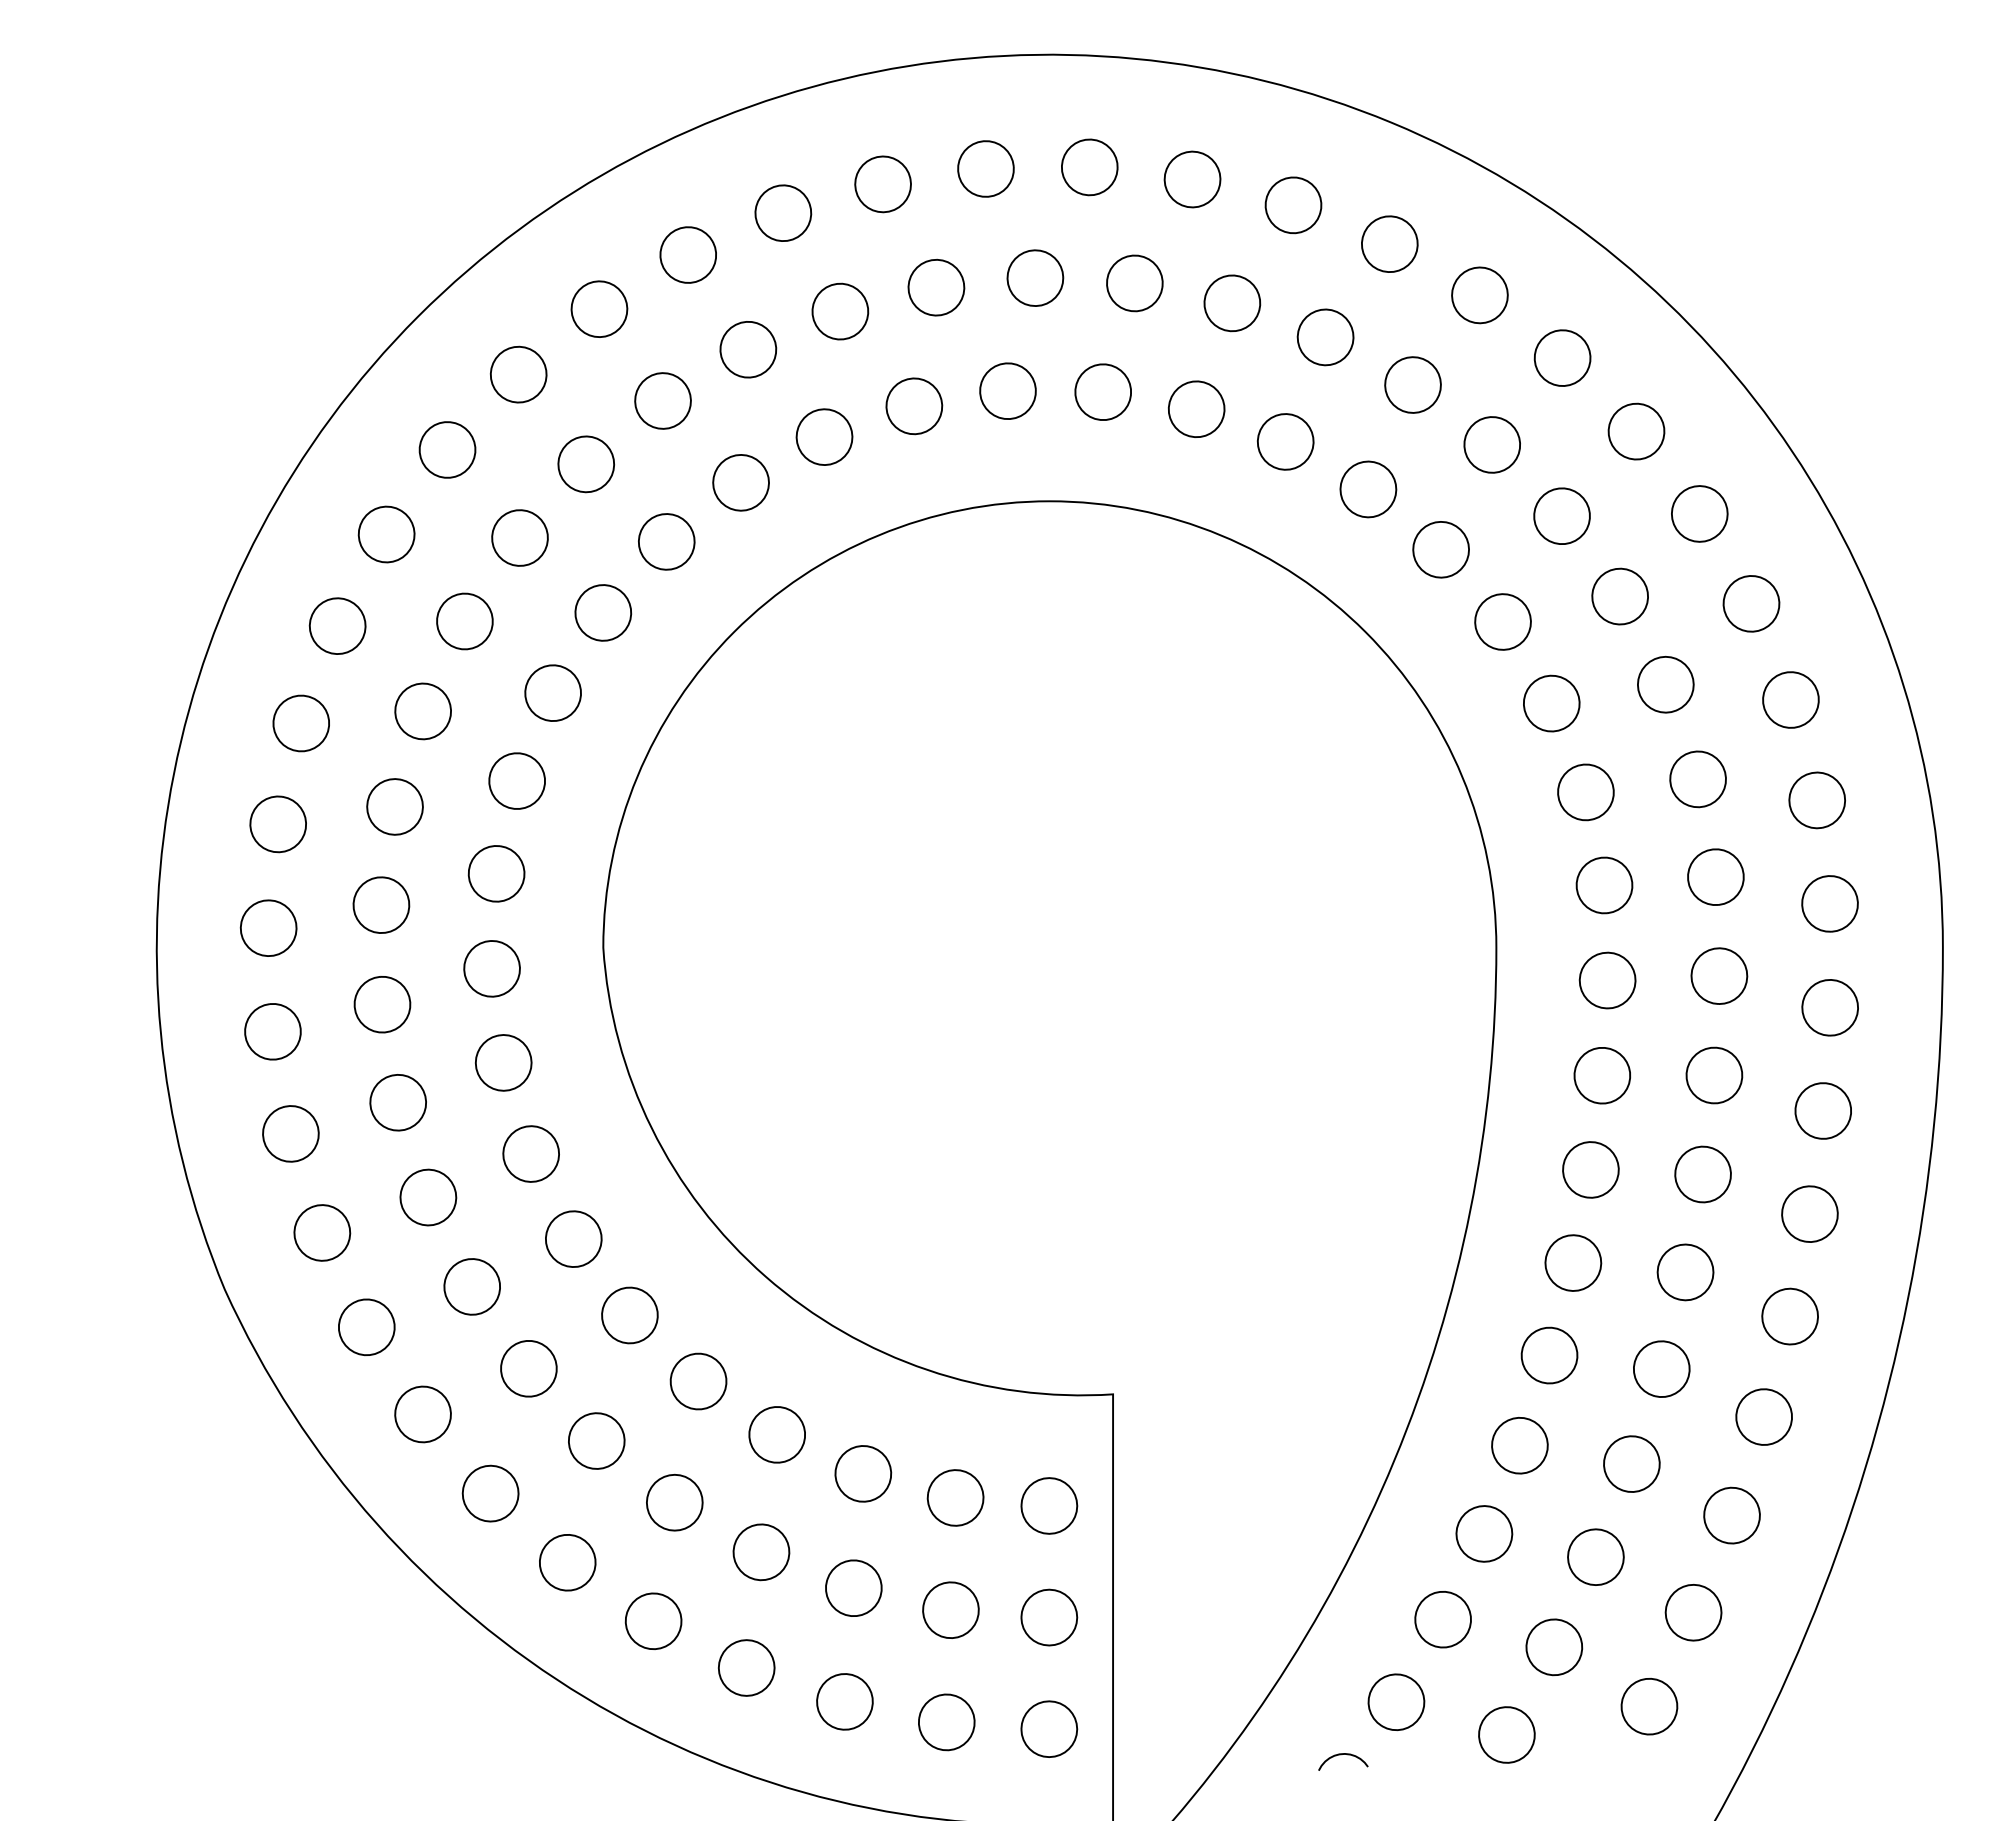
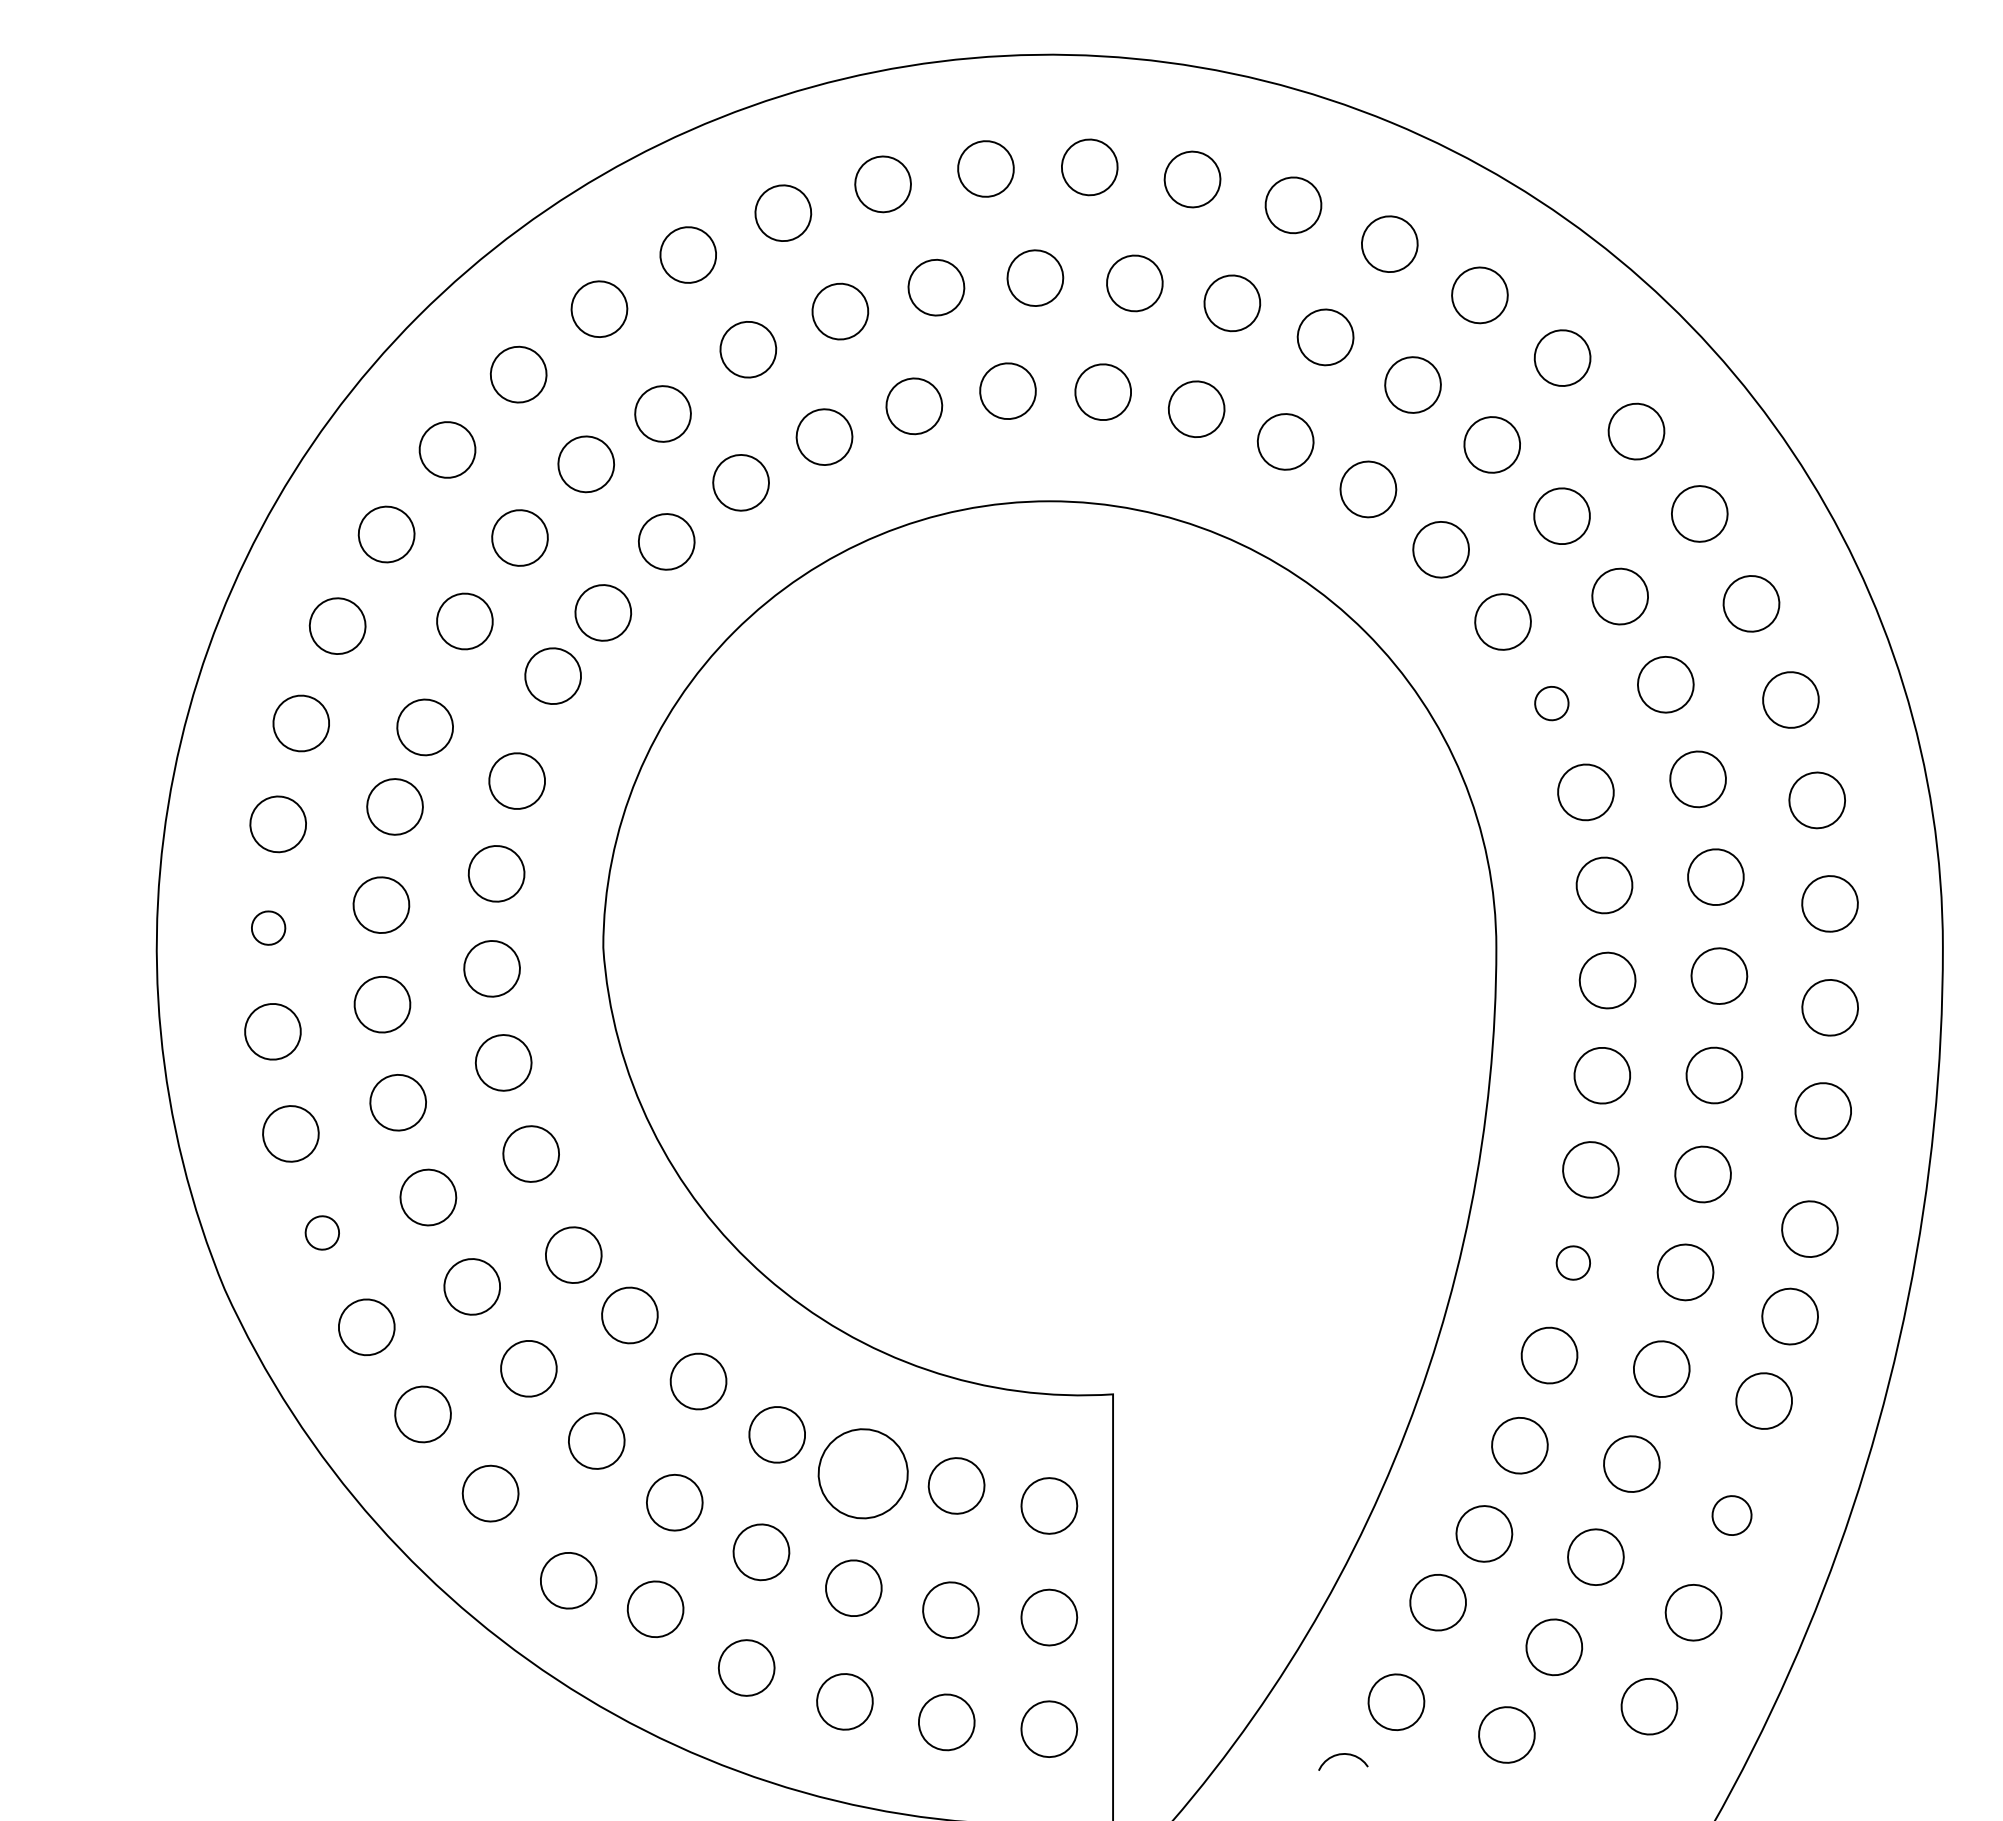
part at (662, 400) position: (662, 400) -> (662, 413)
part at (552, 692) position: (552, 692) -> (552, 675)
part at (1551, 703) size: 58x59 px -> 36x36 px
part at (422, 711) position: (422, 711) -> (424, 727)
part at (268, 927) size: 59x58 px -> 36x36 px
part at (1809, 1213) position: (1809, 1213) -> (1809, 1228)
part at (322, 1232) size: 59x58 px -> 36x36 px
part at (573, 1238) position: (573, 1238) -> (573, 1254)
part at (1573, 1262) size: 59x58 px -> 36x36 px
part at (1763, 1416) position: (1763, 1416) -> (1763, 1400)
part at (863, 1473) size: 59x58 px -> 92x92 px
part at (955, 1497) position: (955, 1497) -> (956, 1485)
part at (1731, 1515) size: 58x59 px -> 42x41 px
part at (567, 1562) position: (567, 1562) -> (568, 1580)
part at (1442, 1619) position: (1442, 1619) -> (1437, 1602)
part at (653, 1620) position: (653, 1620) -> (655, 1608)
